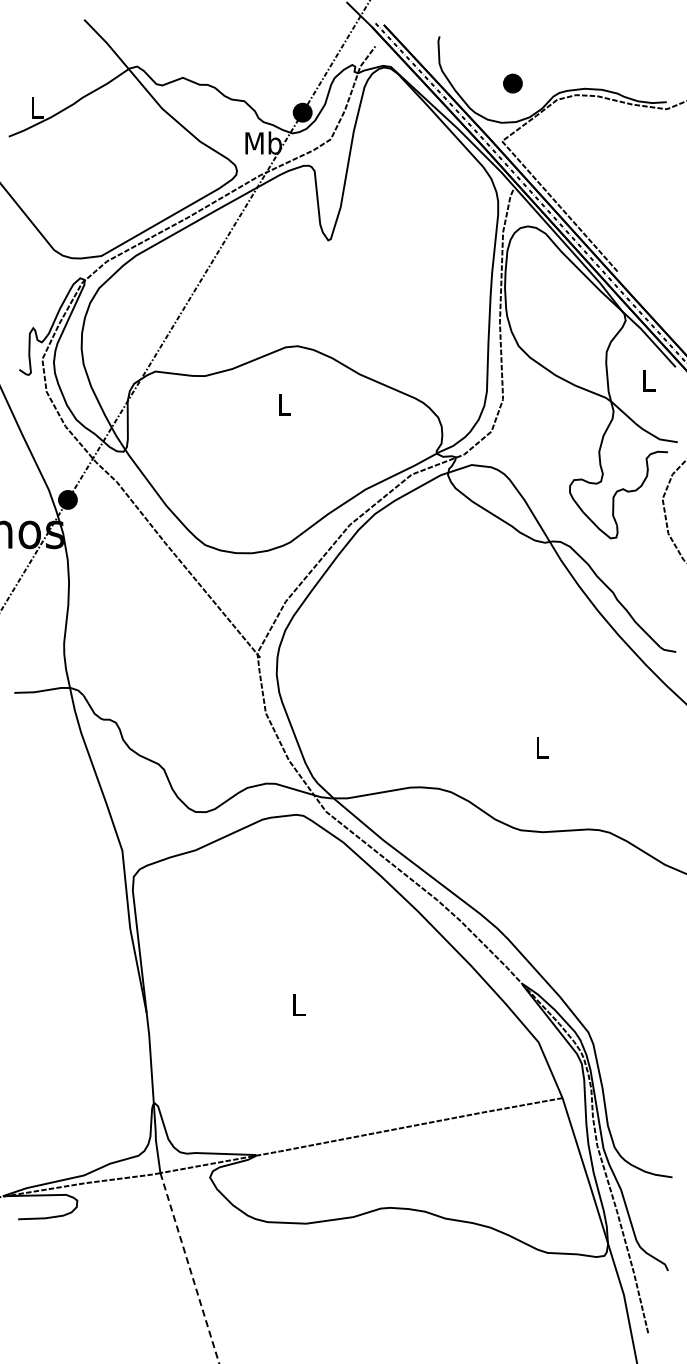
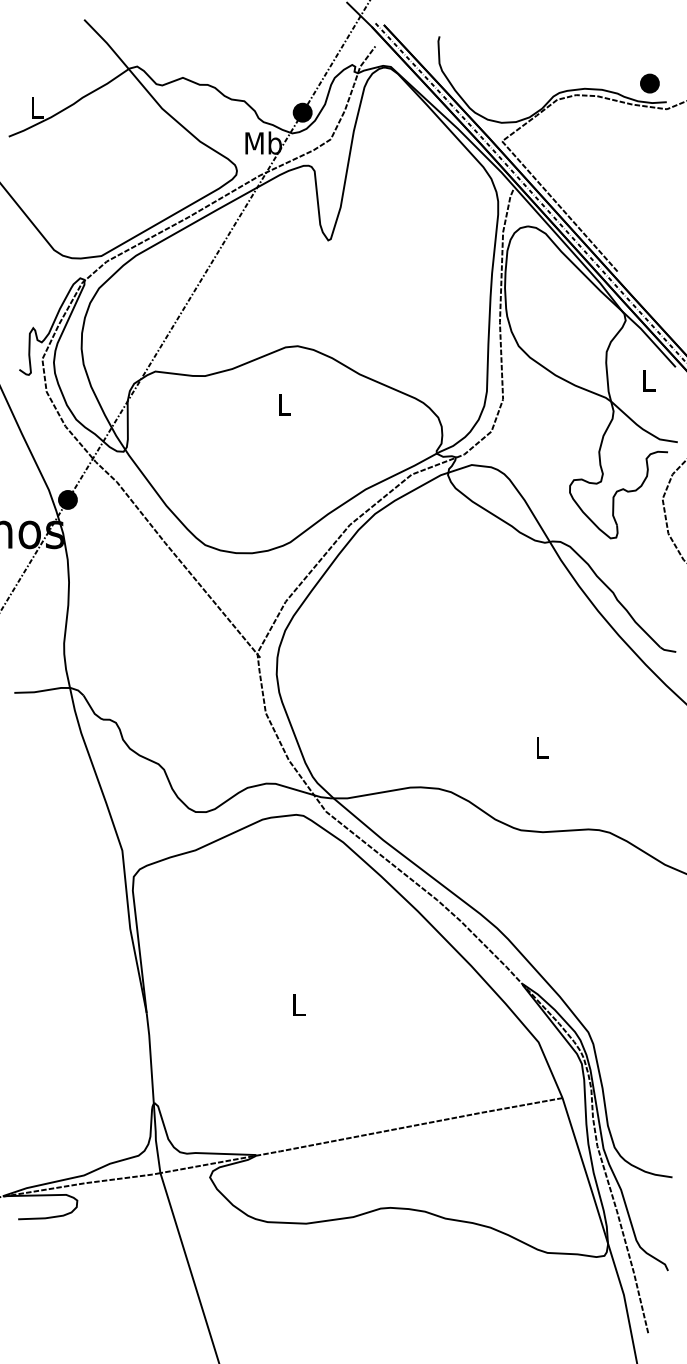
part at (512, 83) position: (512, 83) -> (649, 83)
line at (189, 1268): dashed -> solid
